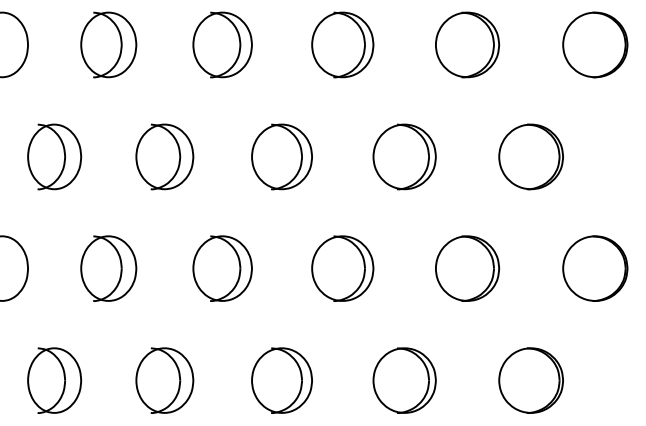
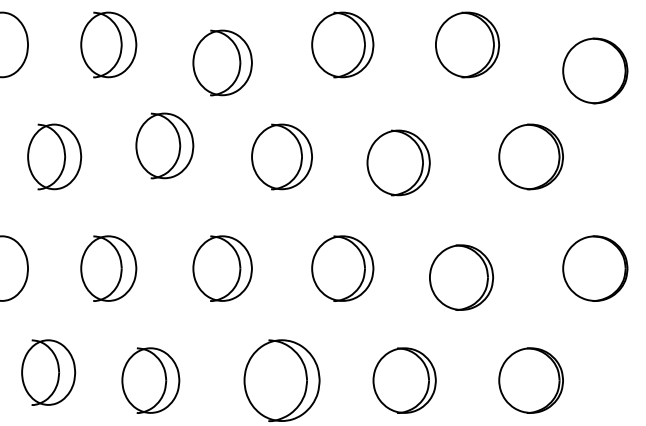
part at (222, 44) position: (222, 44) -> (222, 62)
part at (595, 44) position: (595, 44) -> (595, 70)
part at (164, 156) position: (164, 156) -> (164, 145)
part at (404, 156) position: (404, 156) -> (398, 162)
part at (467, 268) position: (467, 268) -> (461, 277)
part at (54, 380) position: (54, 380) -> (48, 372)
part at (164, 380) position: (164, 380) -> (150, 380)
part at (281, 380) size: 62x67 px -> 78x84 px
